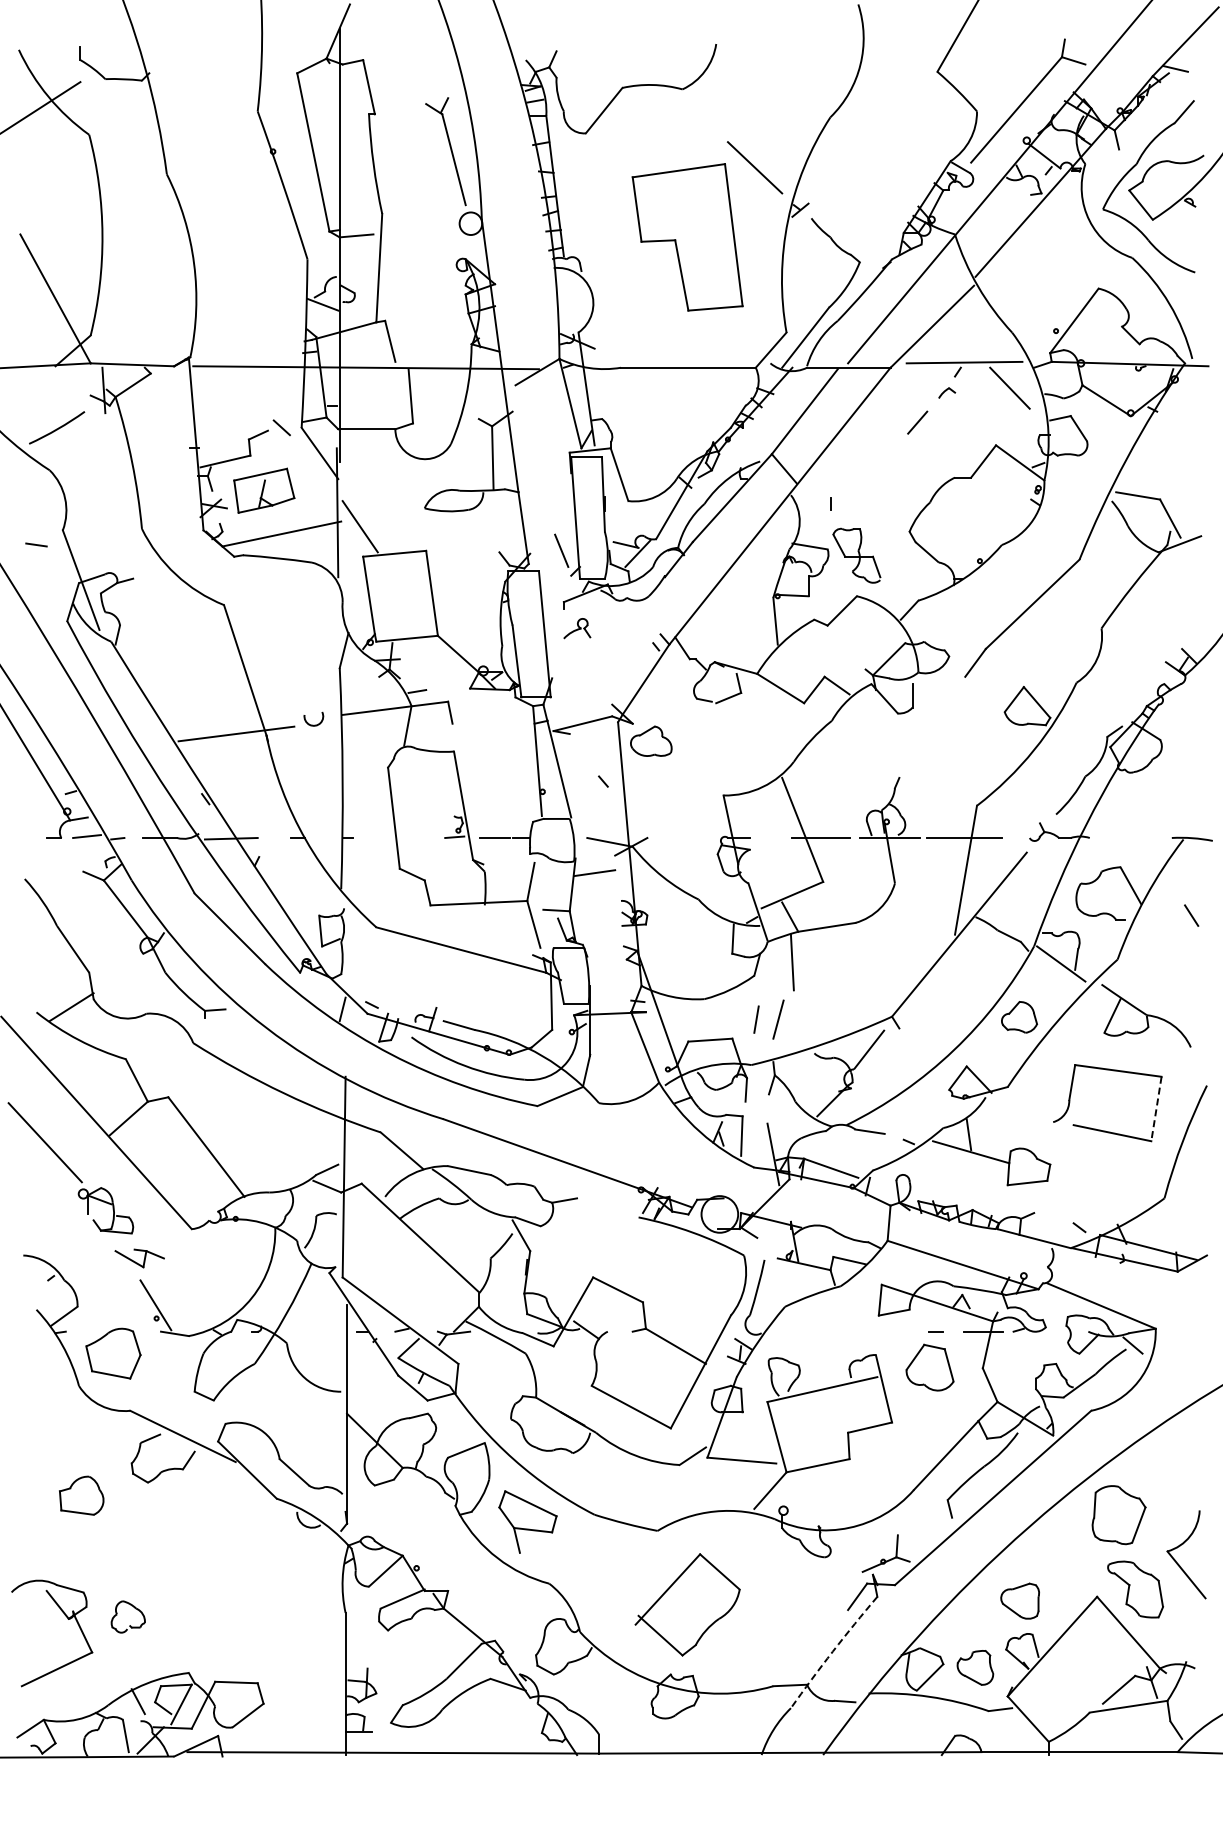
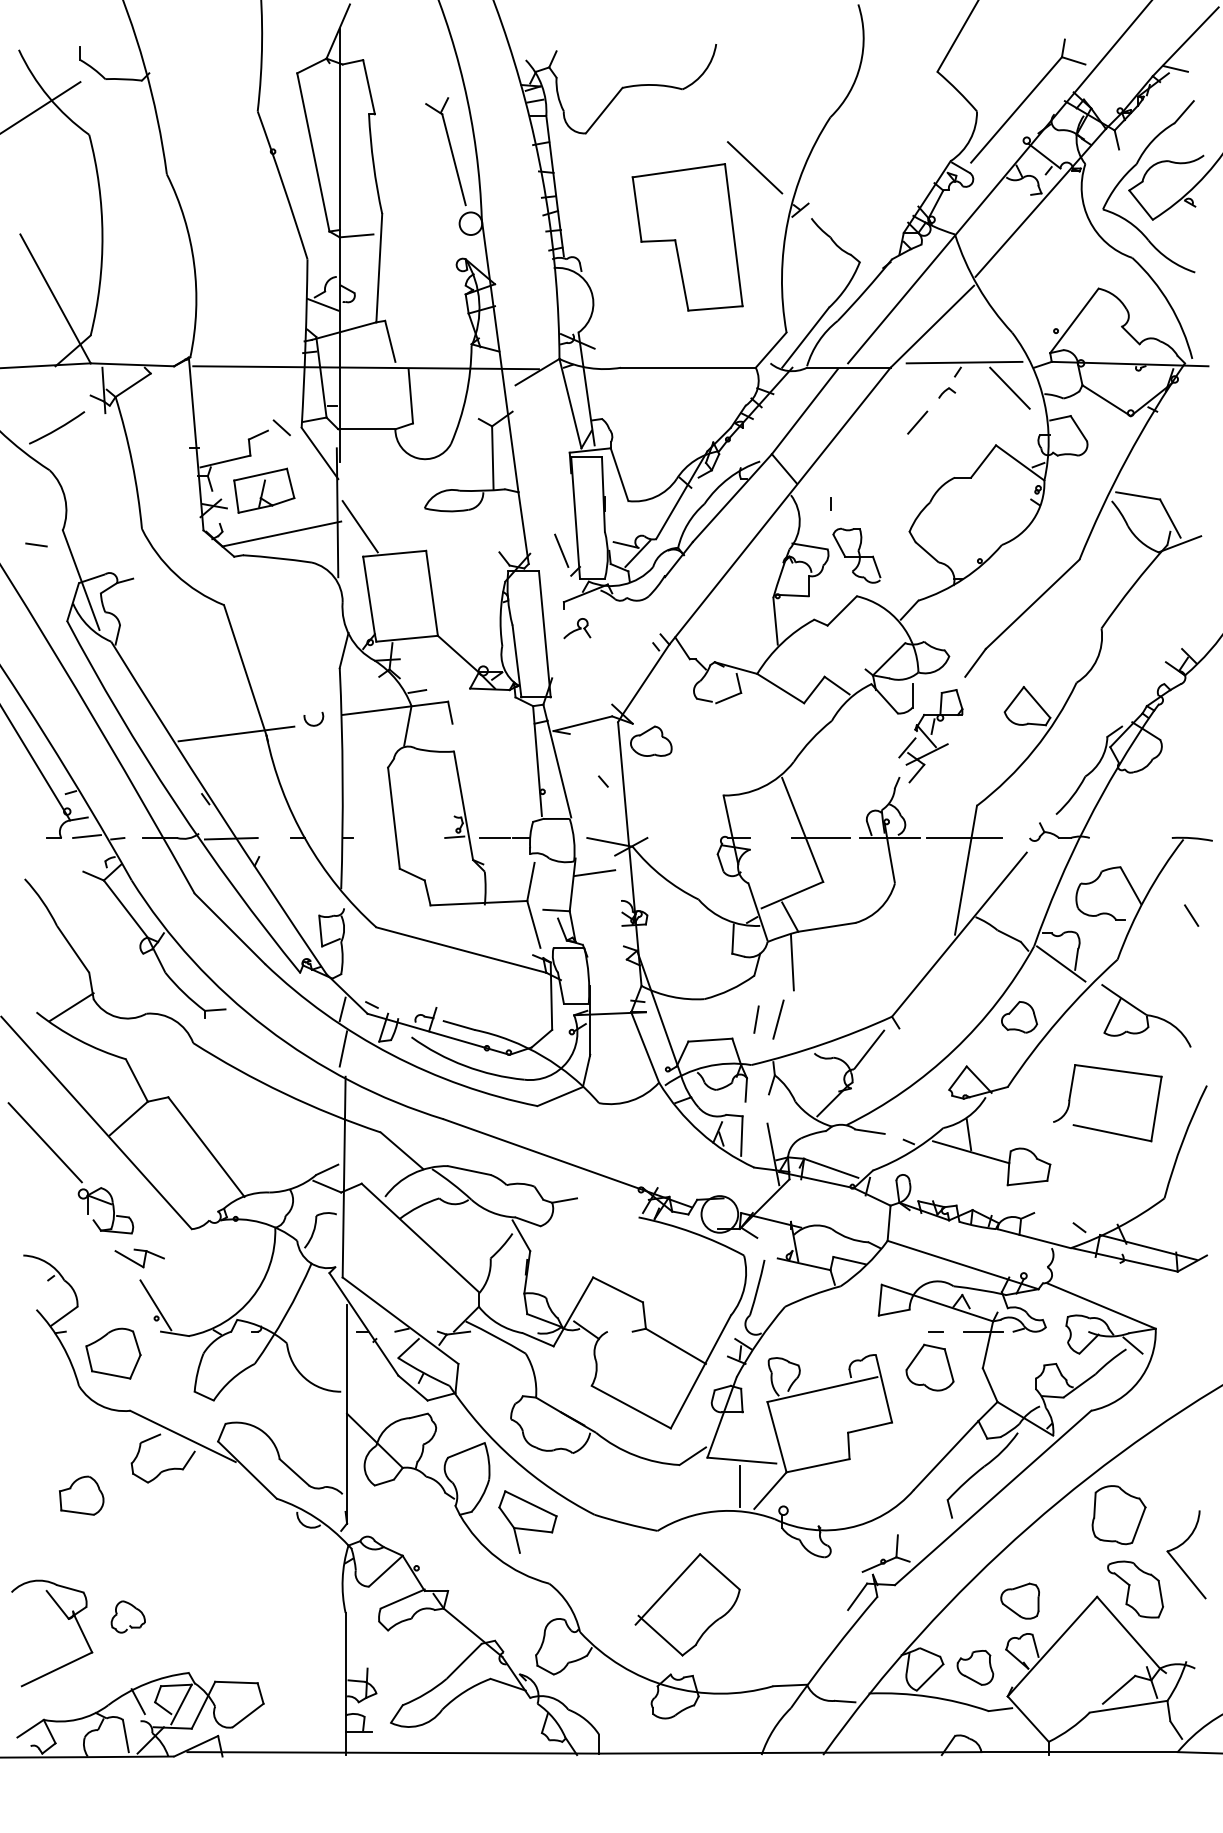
part at (930, 736): none -> present
line at (343, 1048): none -> present
line at (1156, 1109): dashed -> solid
line at (739, 1486): none -> present
arc at (832, 1651): dashed -> solid
